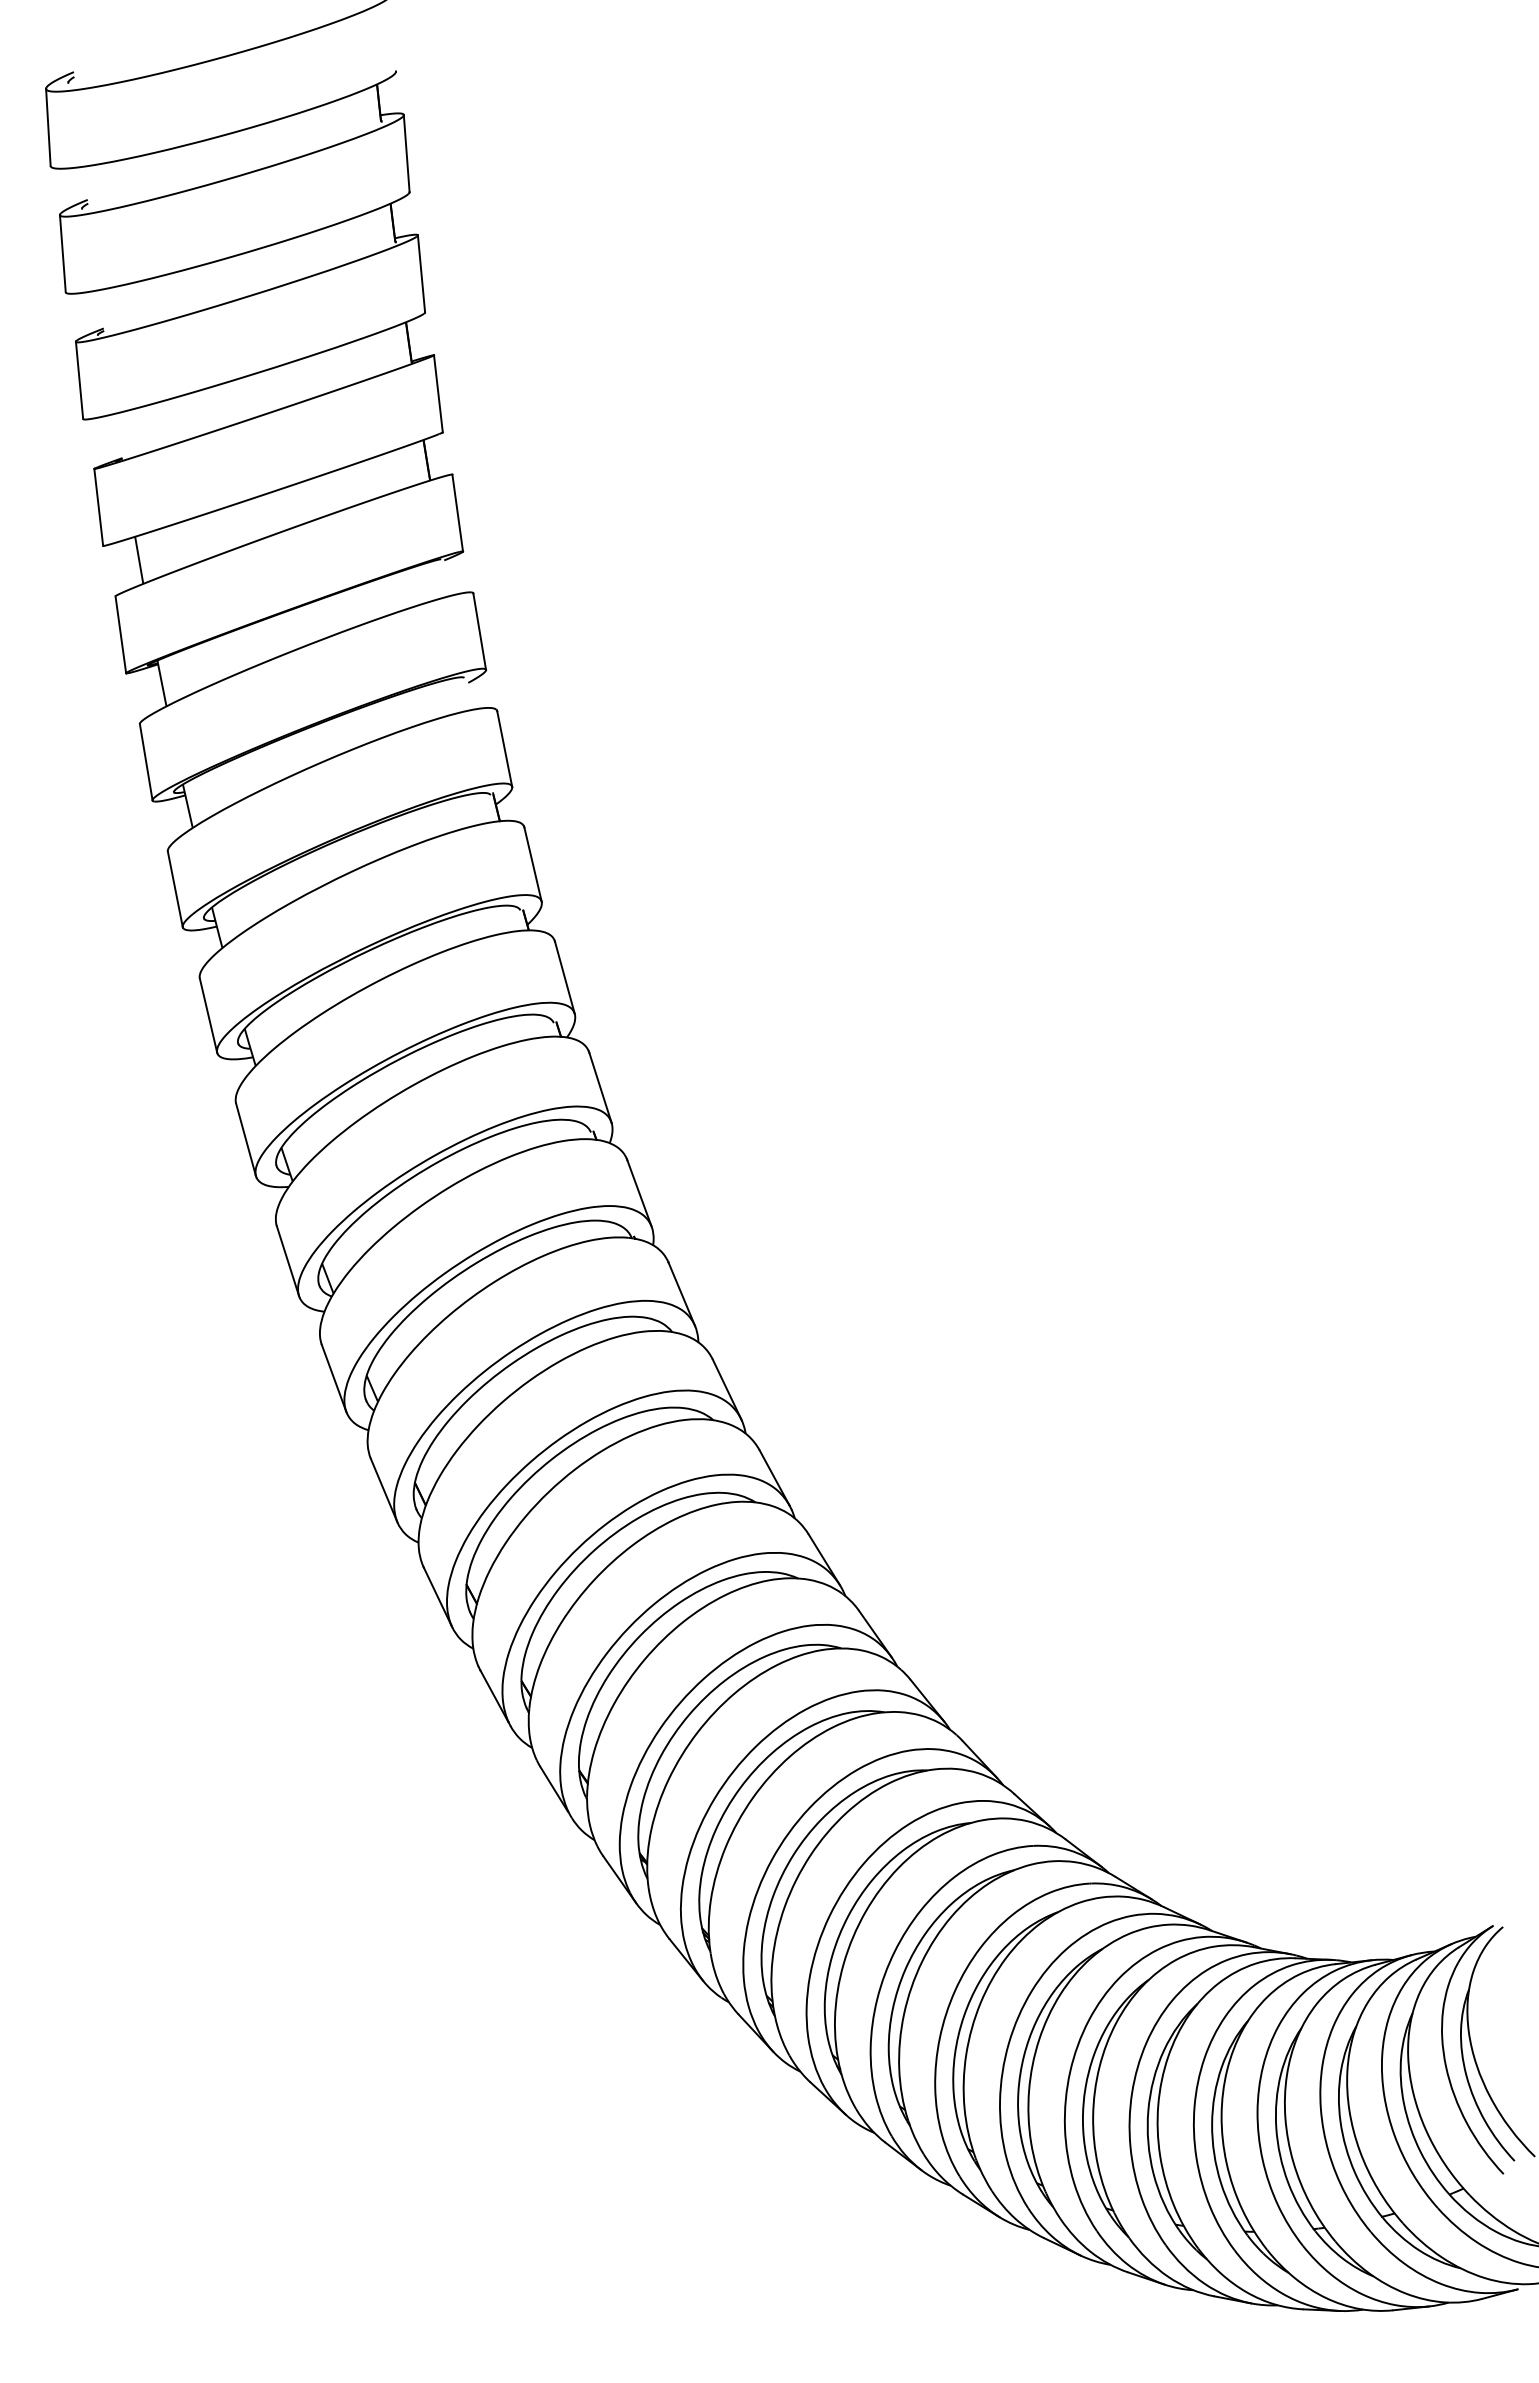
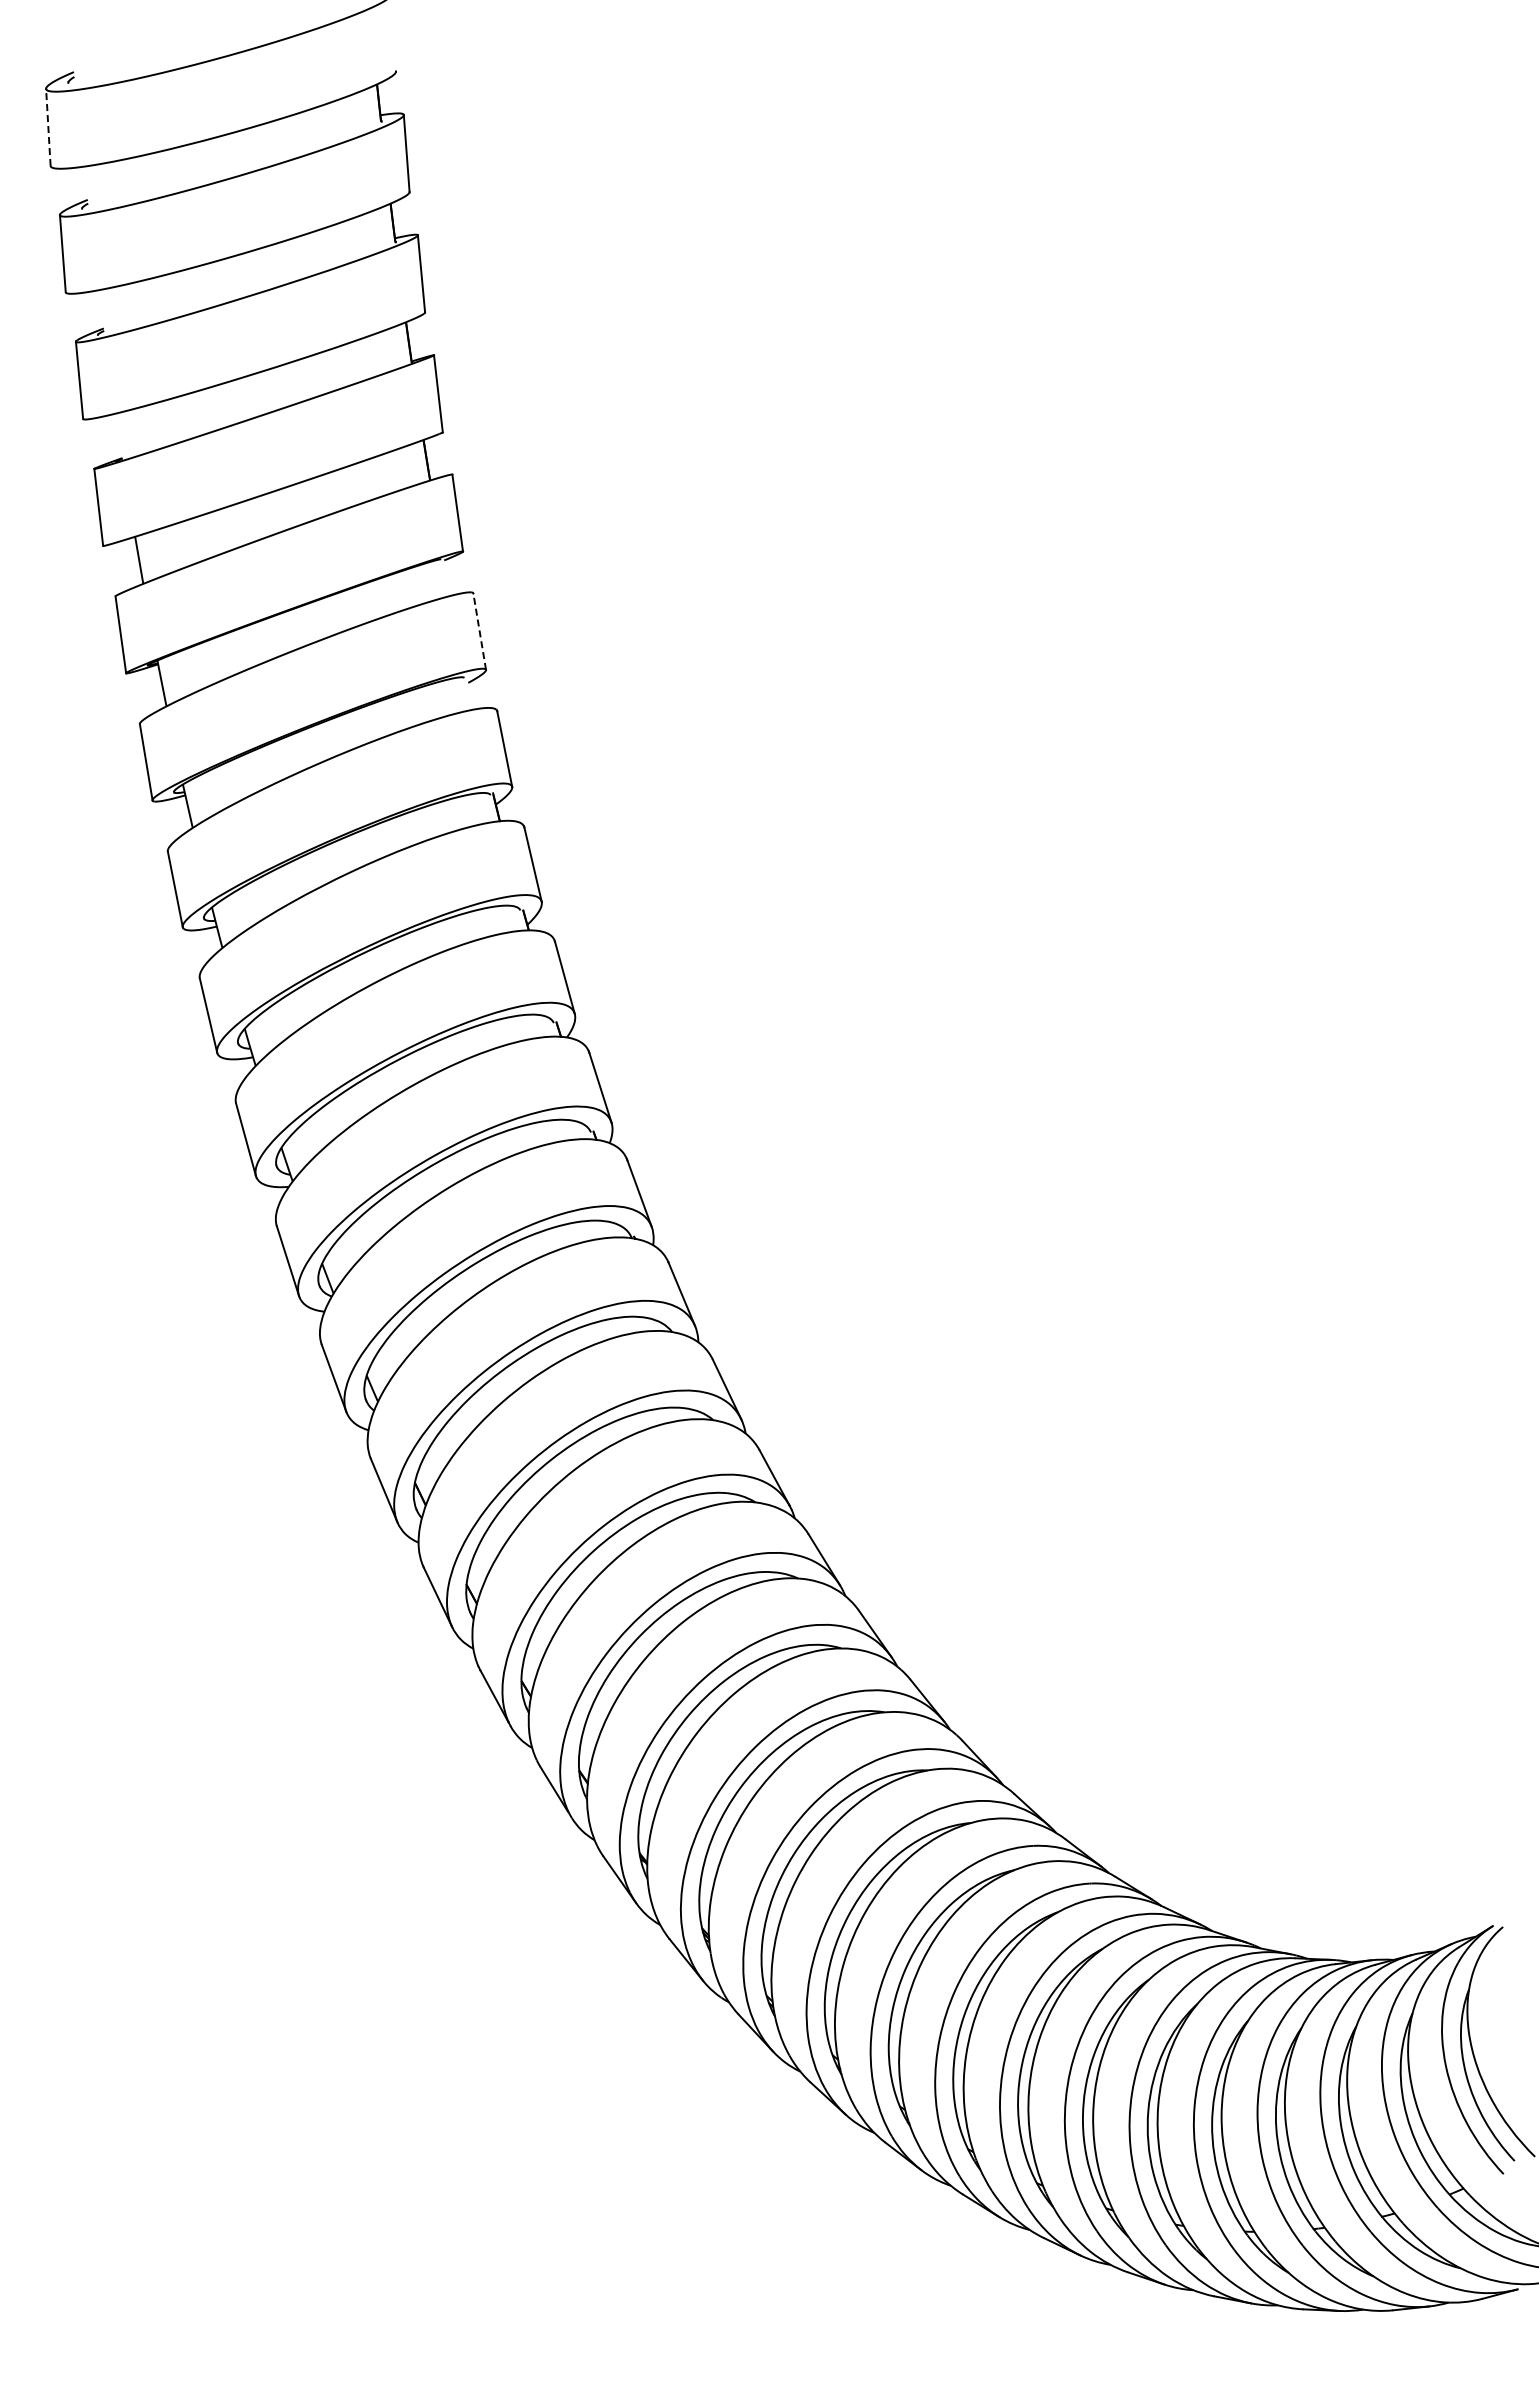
line at (48, 127): solid -> dashed
line at (479, 631): solid -> dashed
